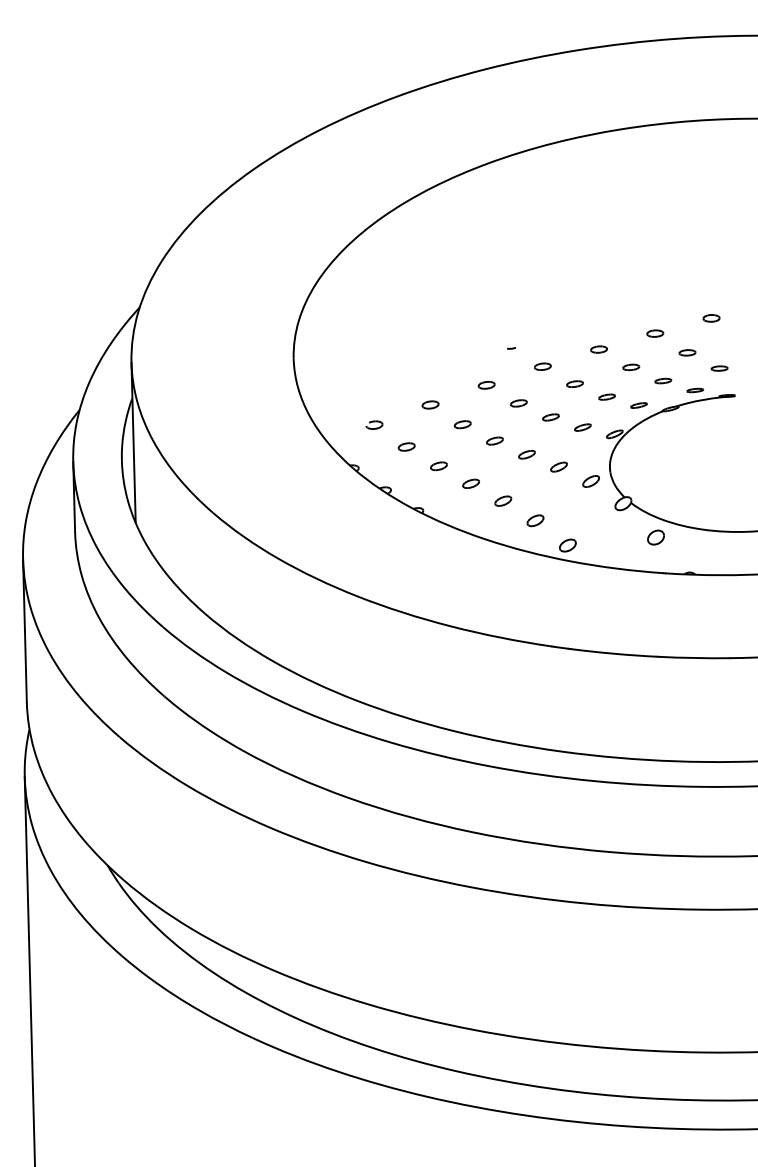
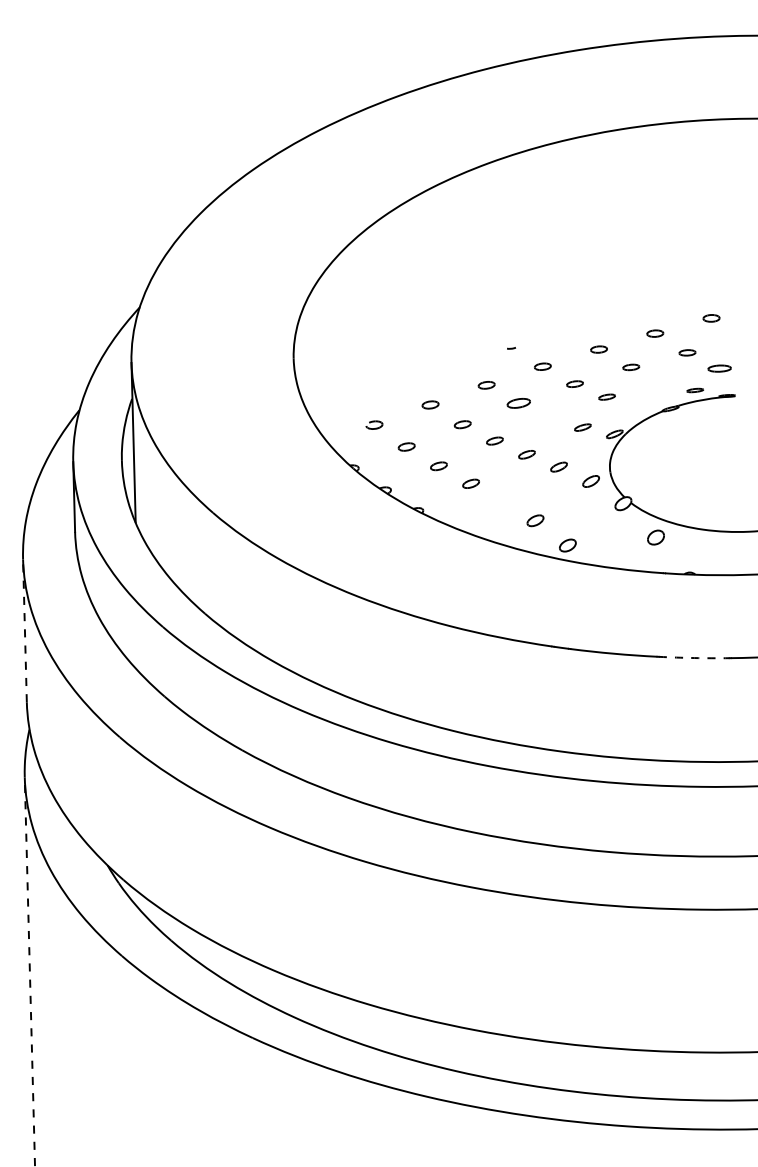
part at (719, 368) size: 19x7 px -> 25x9 px
part at (663, 380): present -> none
part at (518, 403) size: 18x9 px -> 25x11 px
part at (638, 405): present -> none
part at (550, 417): present -> none
part at (503, 500): present -> none
line at (24, 630): solid -> dashed
arc at (694, 658): solid -> dashed
line at (29, 972): solid -> dashed
